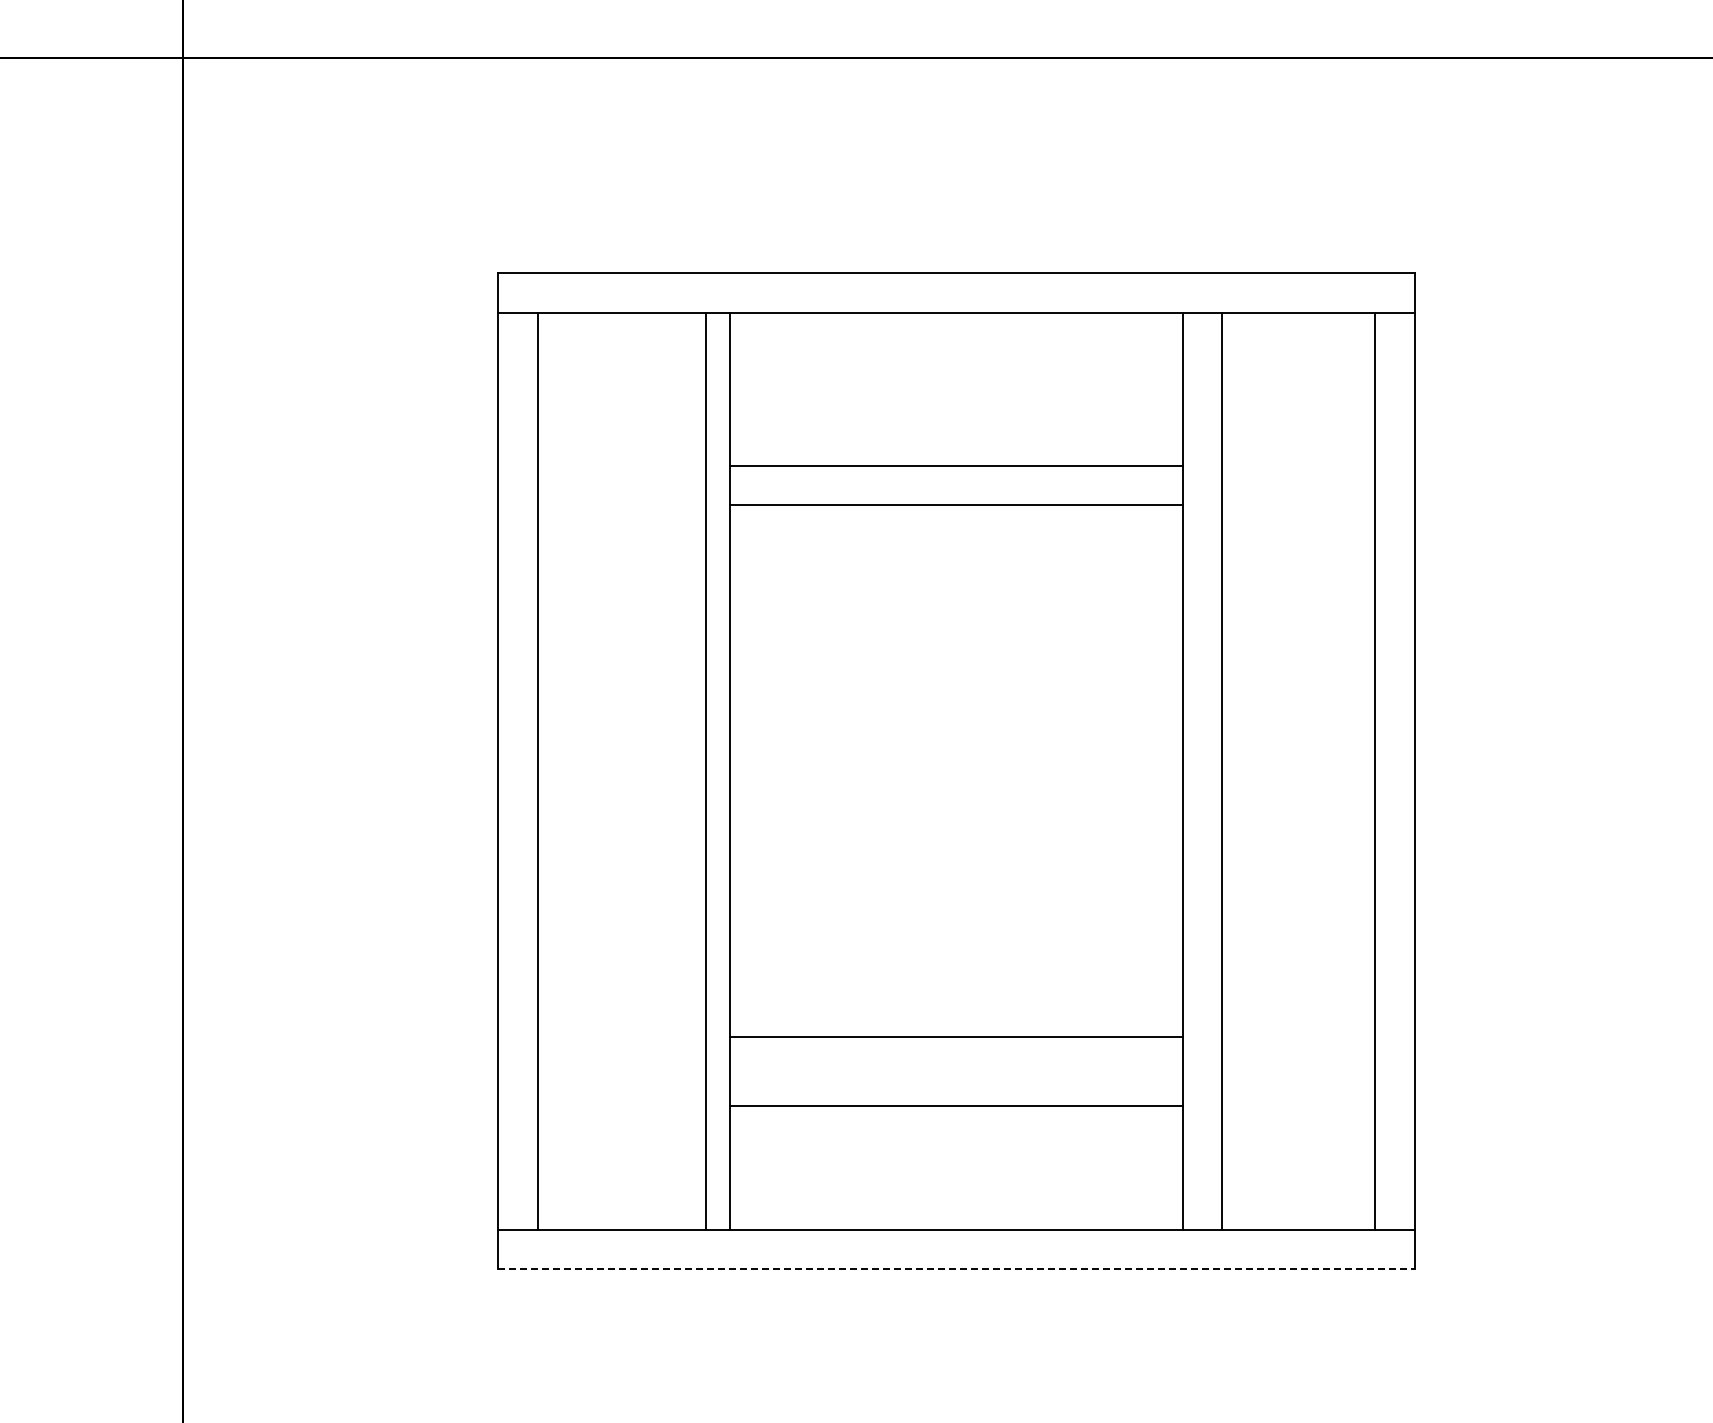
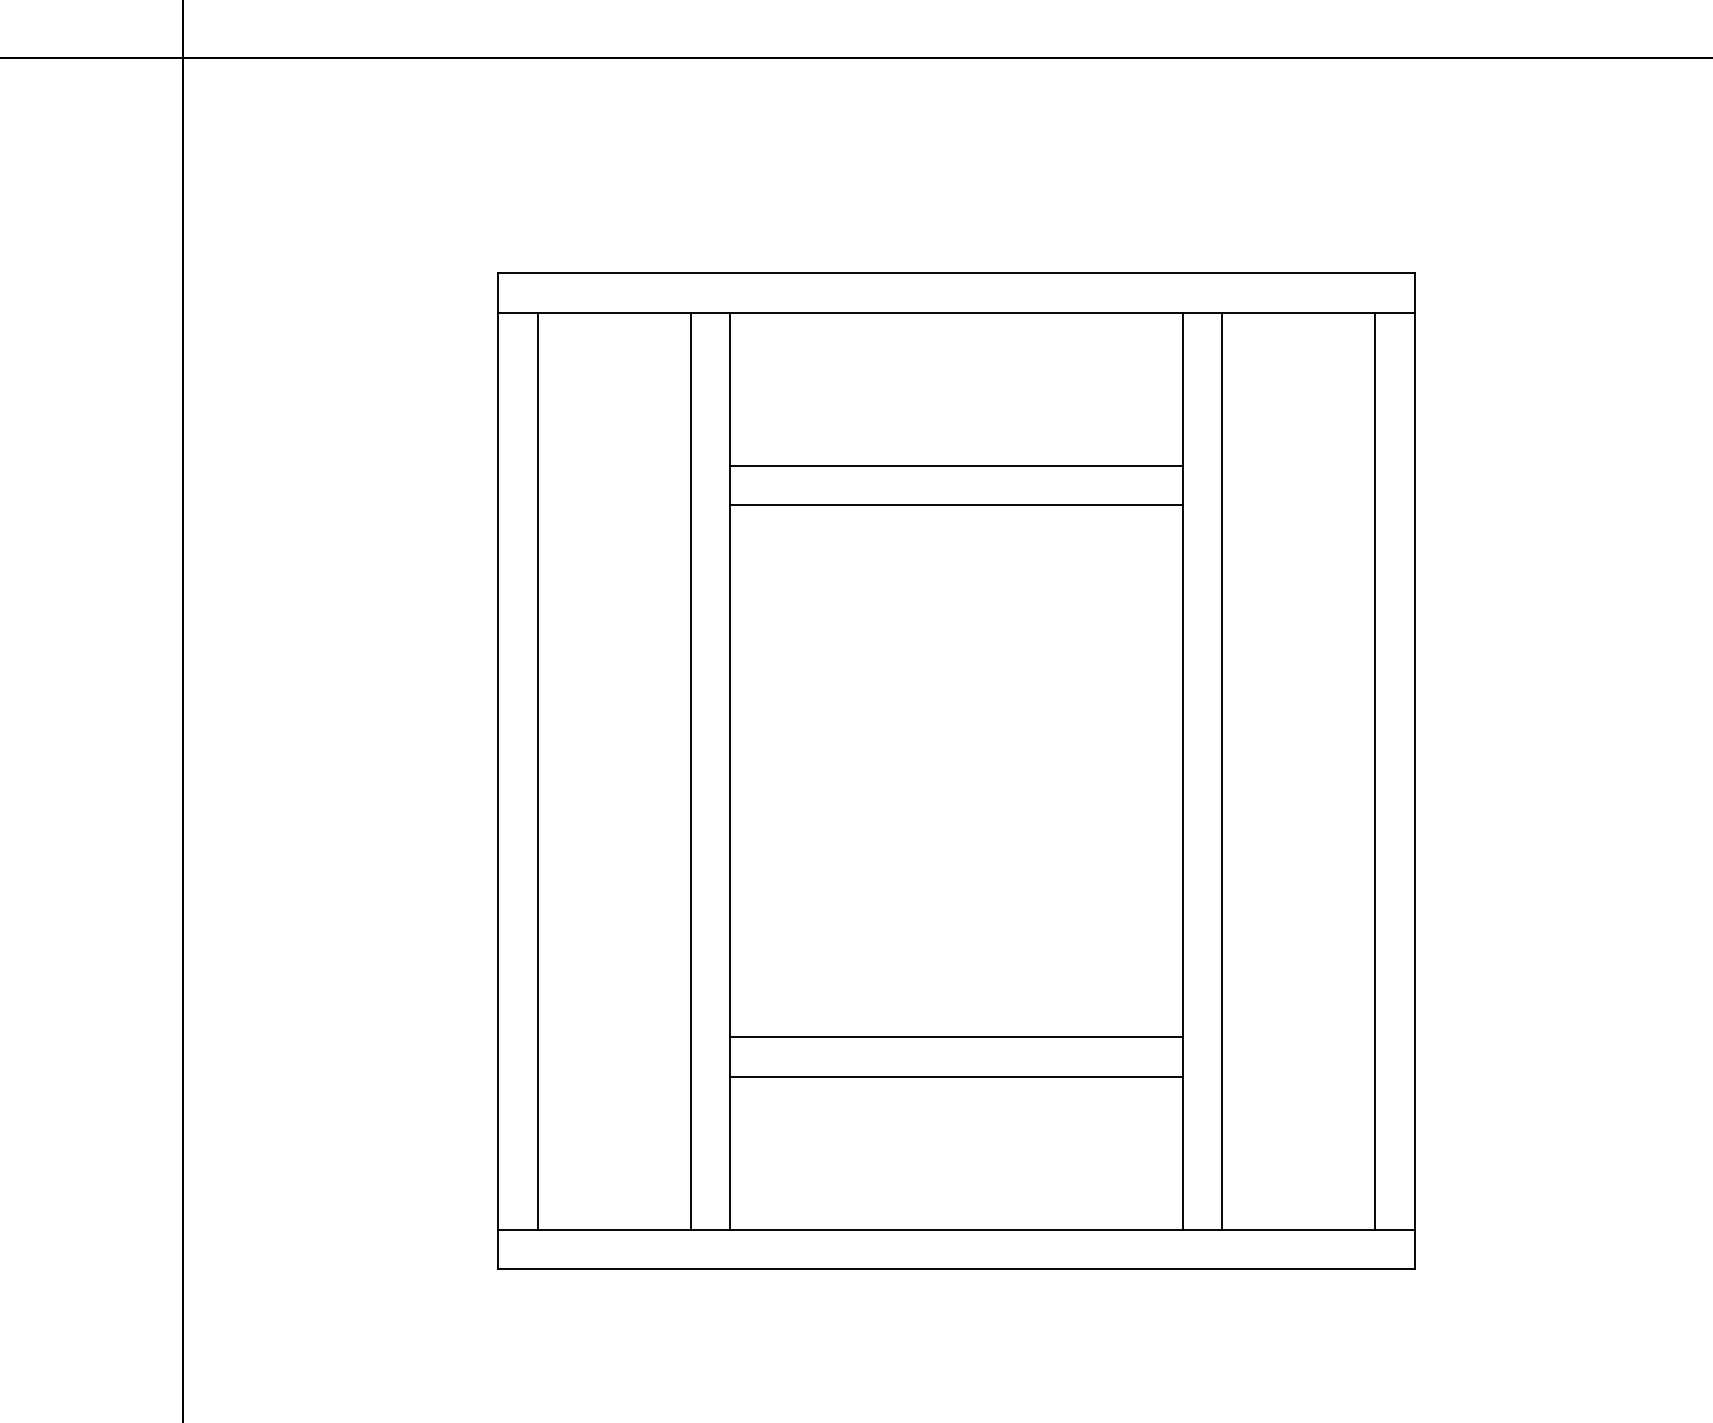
line at (705, 770) position: (705, 770) -> (690, 770)
line at (956, 1105) position: (956, 1105) -> (956, 1076)
line at (957, 1269): dashed -> solid
